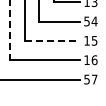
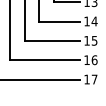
text at (86, 21): 54 -> 14
line at (10, 30): dashed -> solid
line at (52, 40): dashed -> solid
text at (86, 79): 57 -> 17
